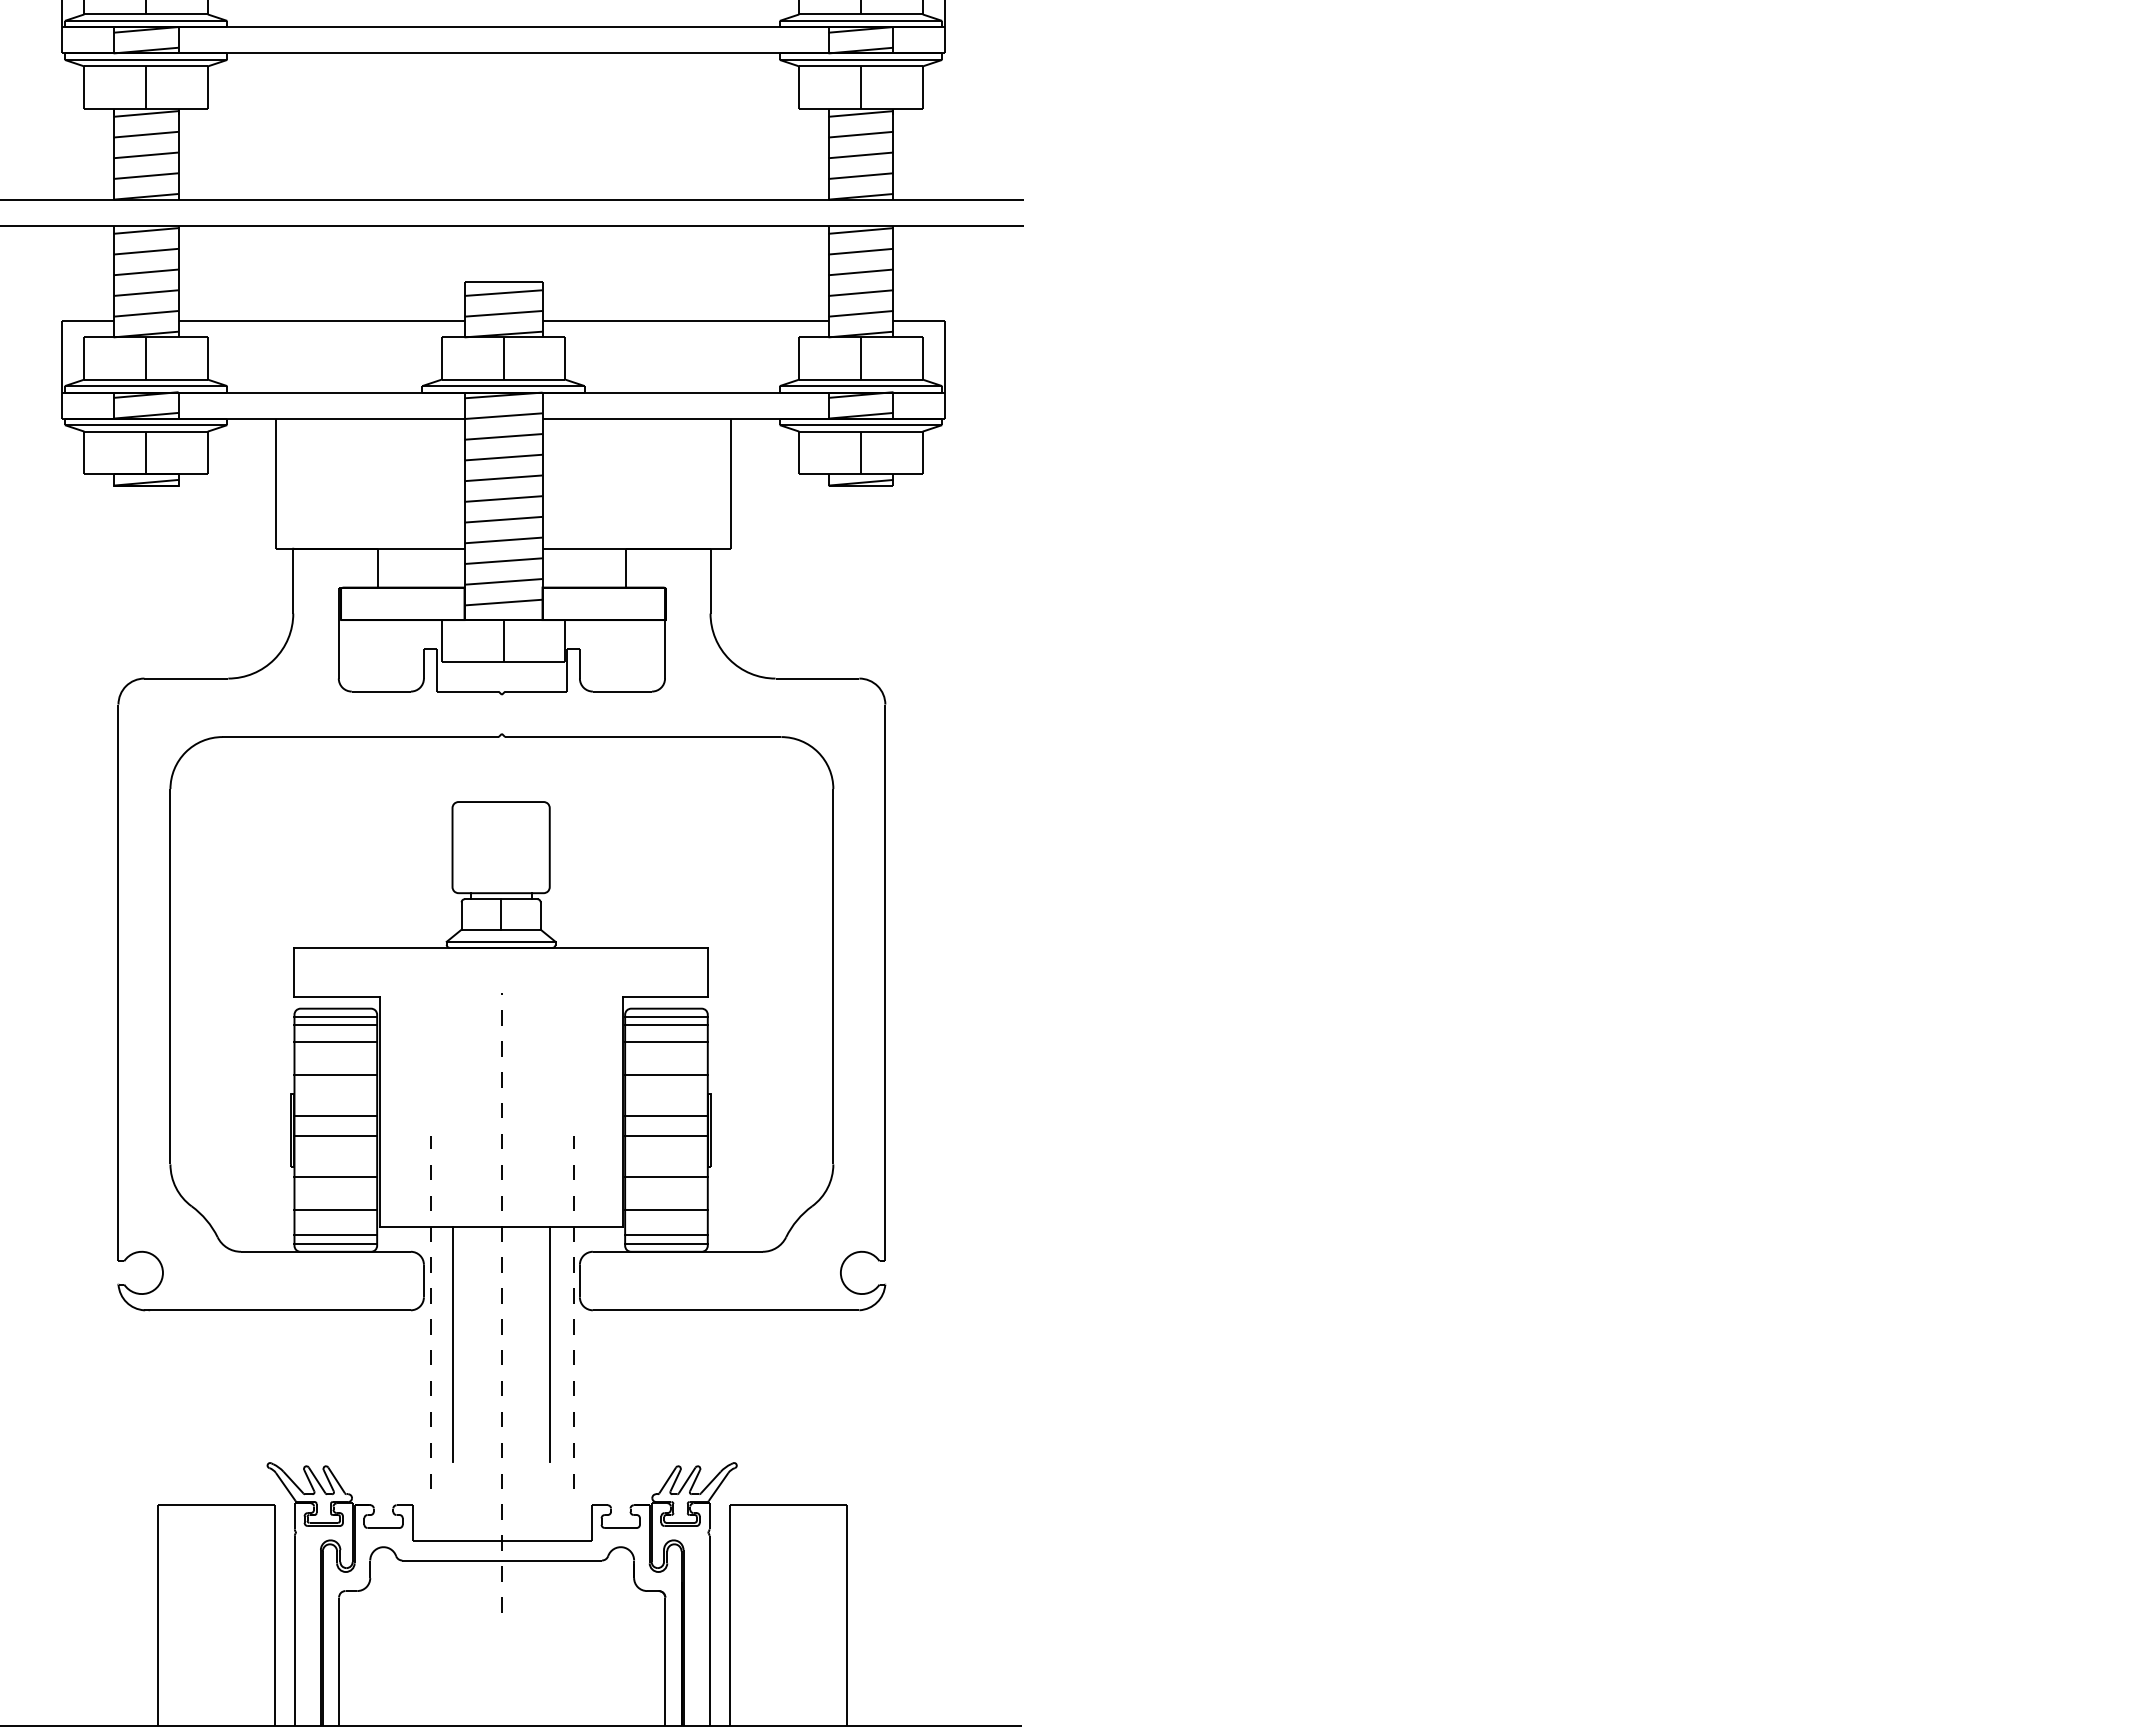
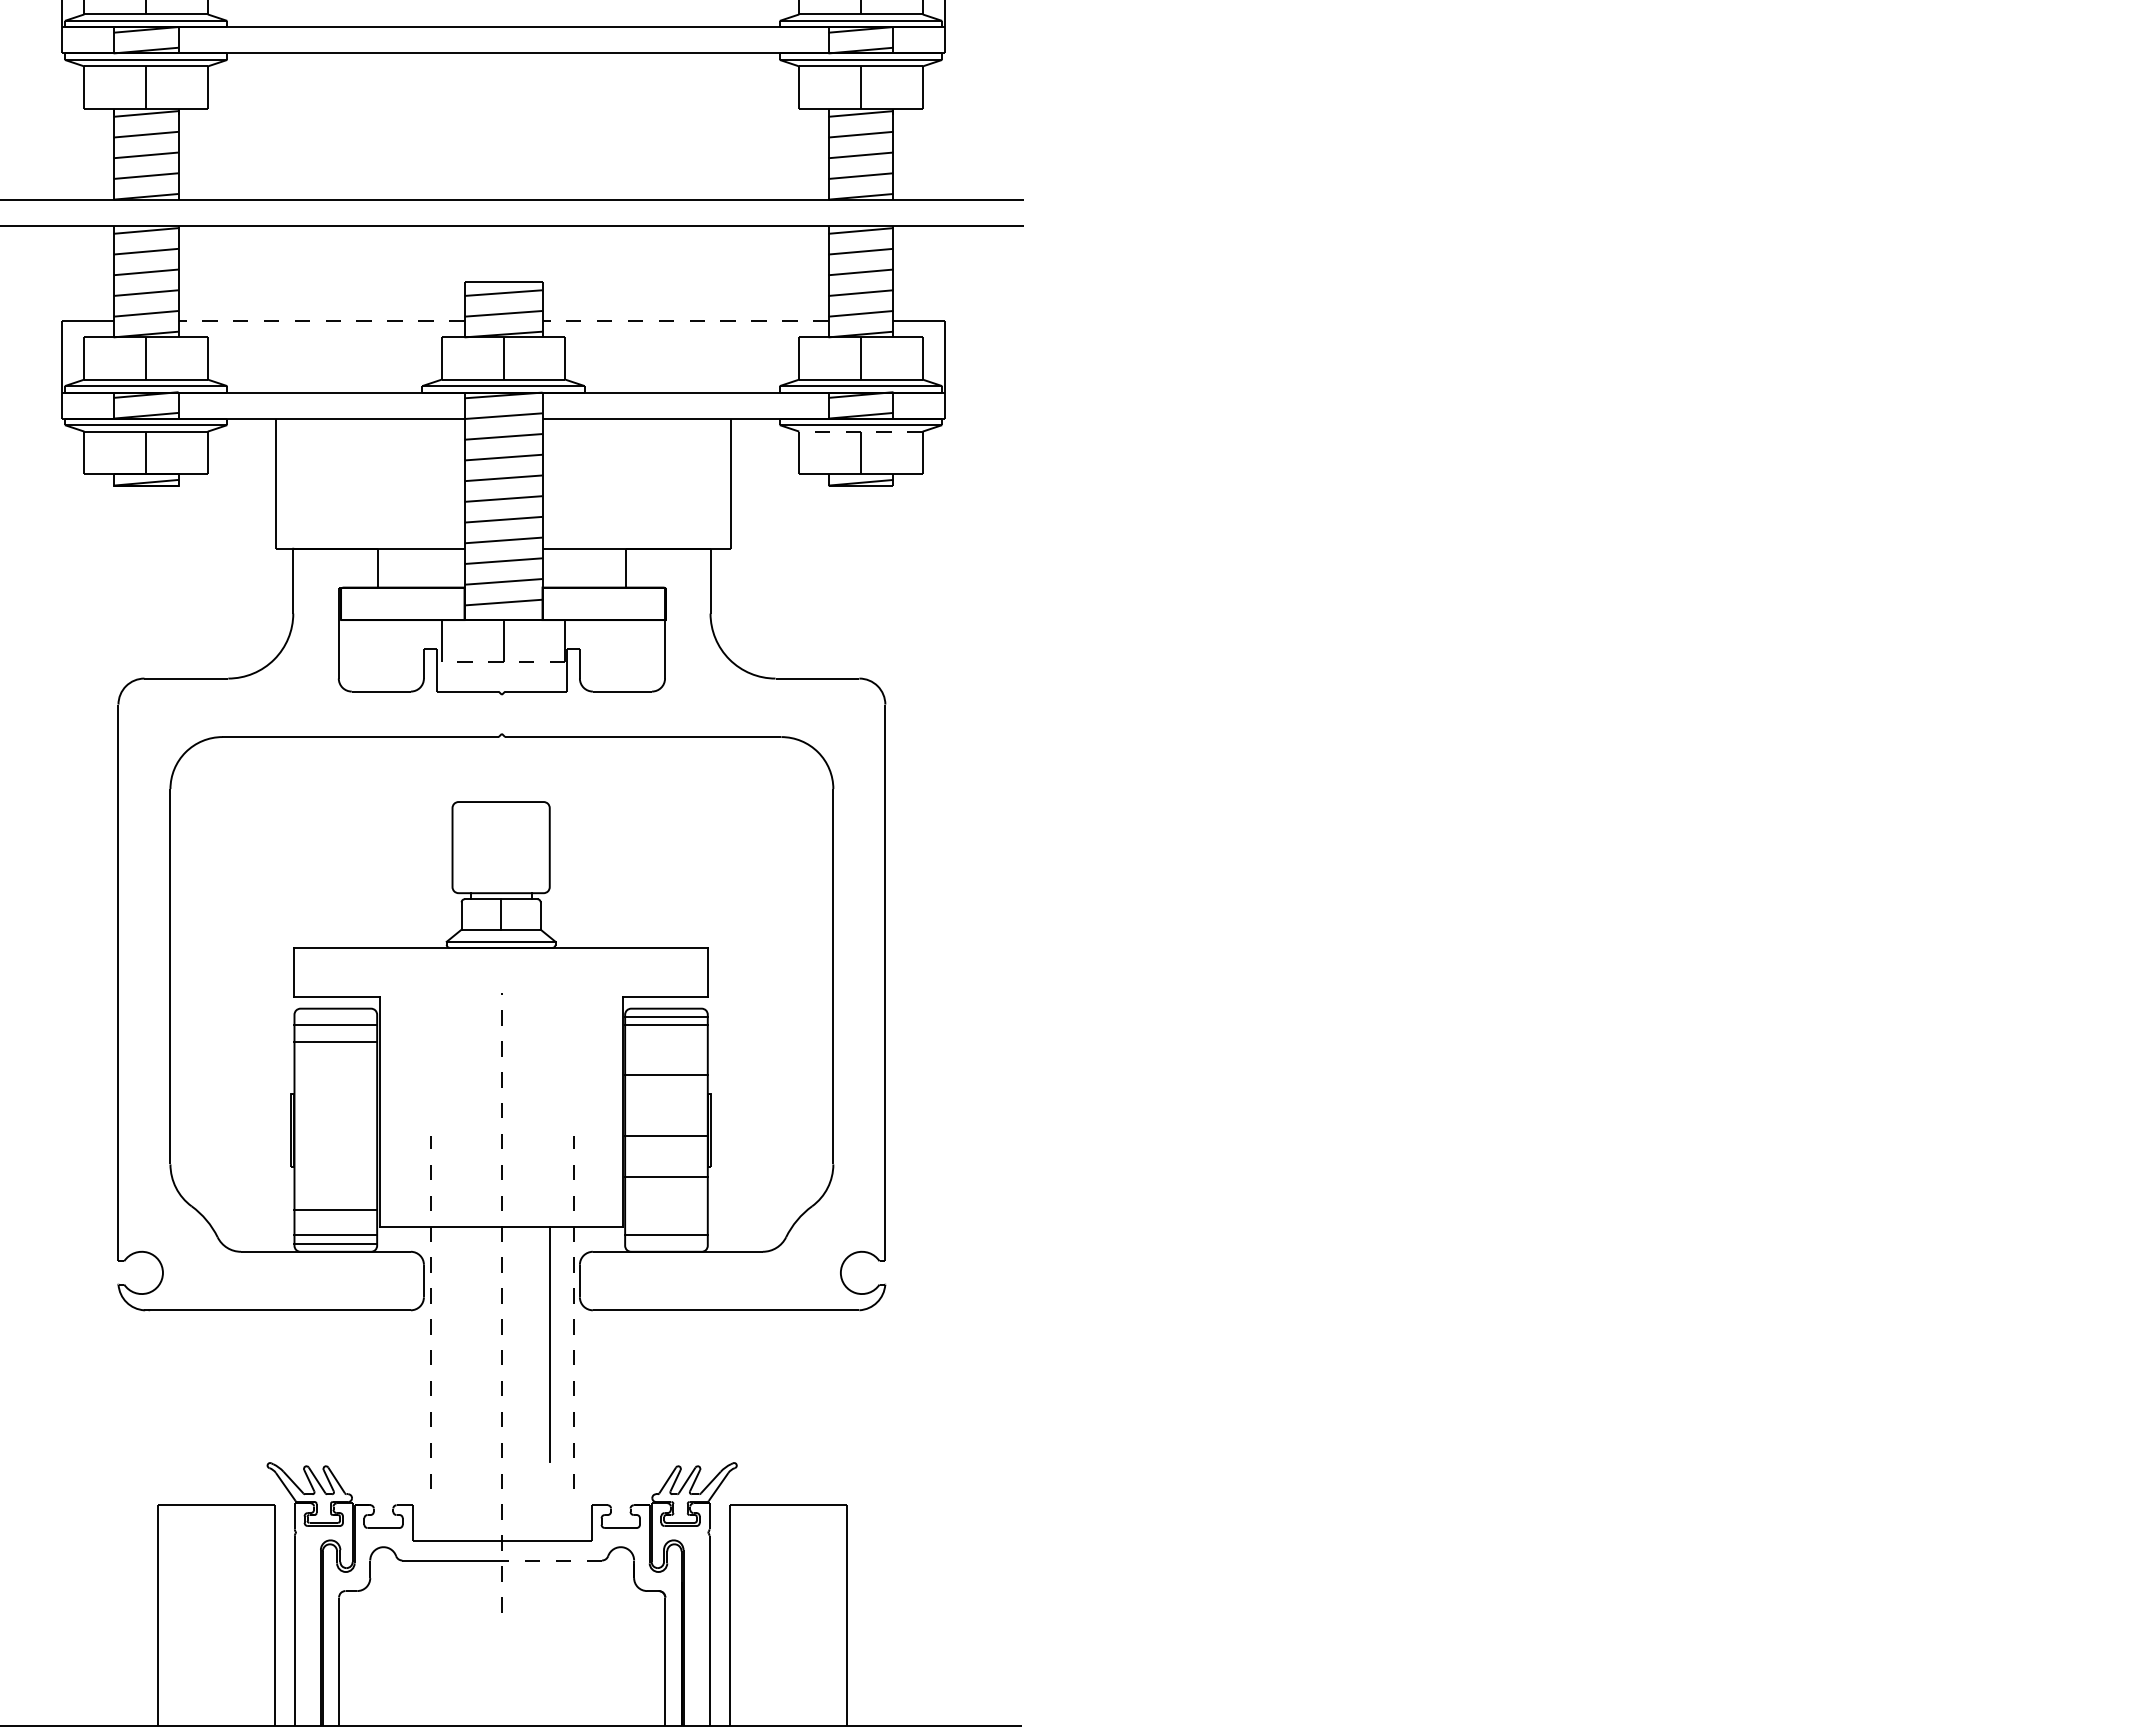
line at (321, 321): solid -> dashed
line at (685, 321): solid -> dashed
line at (860, 431): solid -> dashed
line at (503, 662): solid -> dashed
line at (335, 1016): present -> none
line at (666, 1041): present -> none
line at (335, 1074): present -> none
line at (335, 1116): present -> none
line at (666, 1116): present -> none
line at (335, 1136): present -> none
line at (335, 1177): present -> none
line at (666, 1210): present -> none
line at (666, 1243): present -> none
line at (452, 1344): present -> none
line at (552, 1560): solid -> dashed
